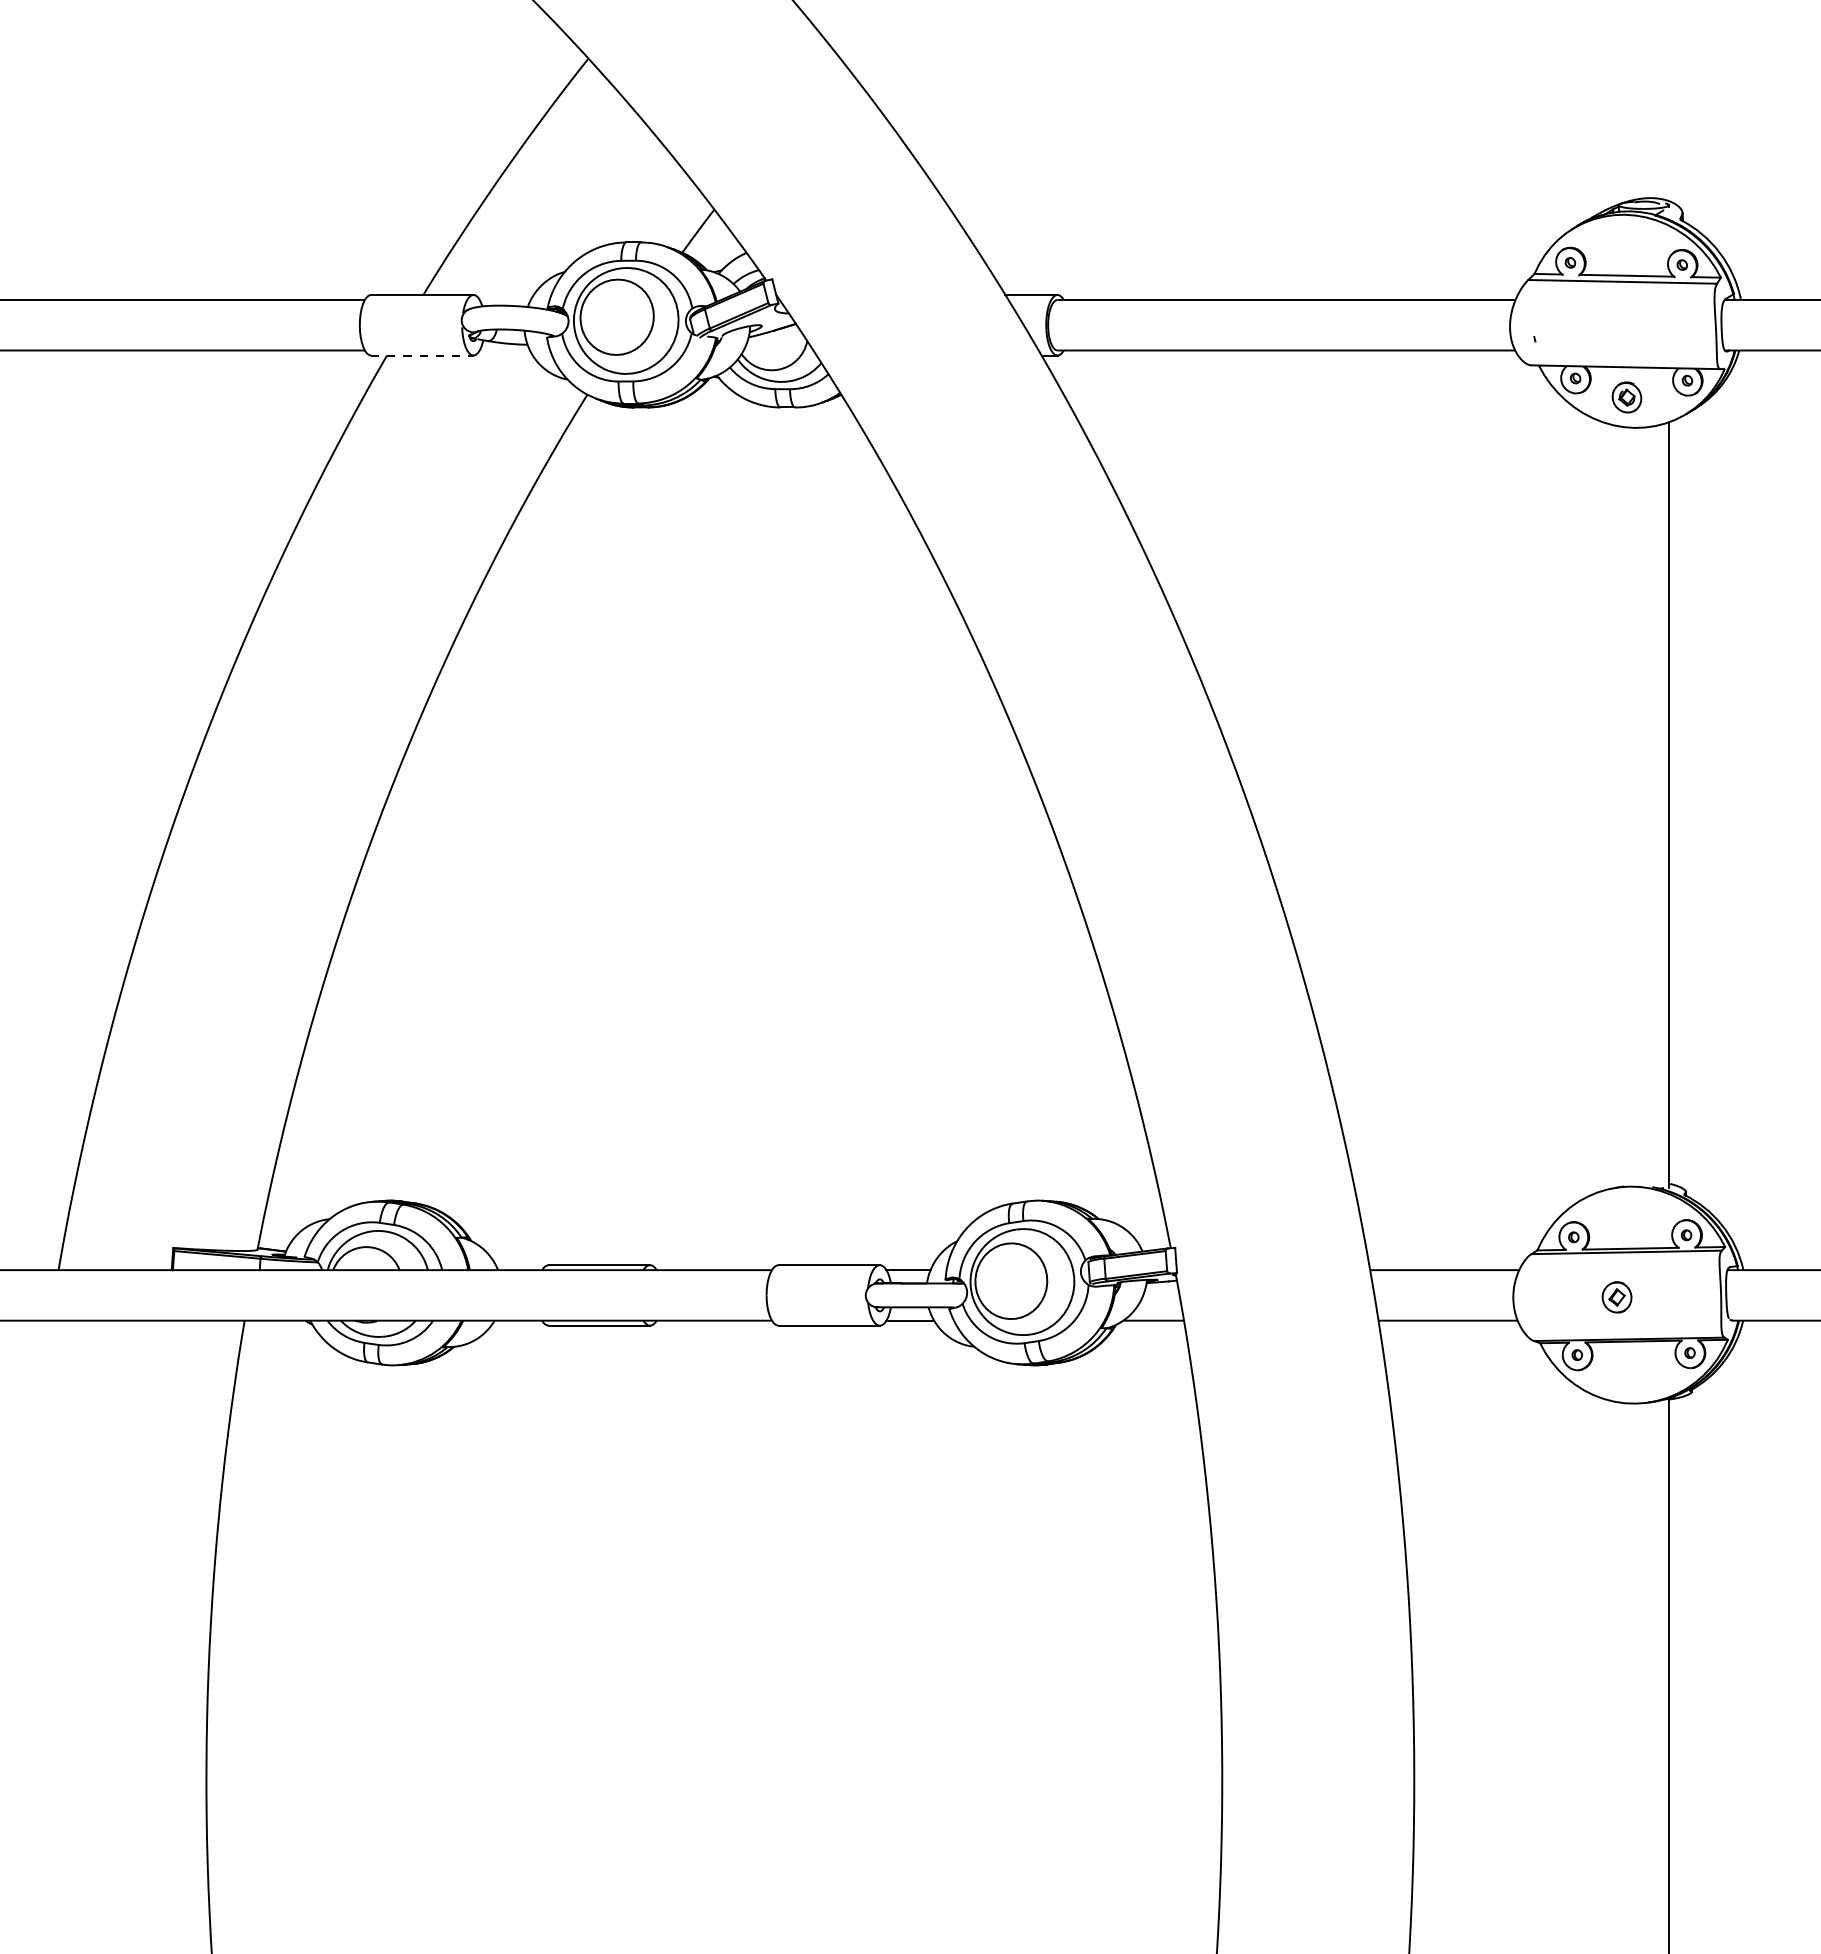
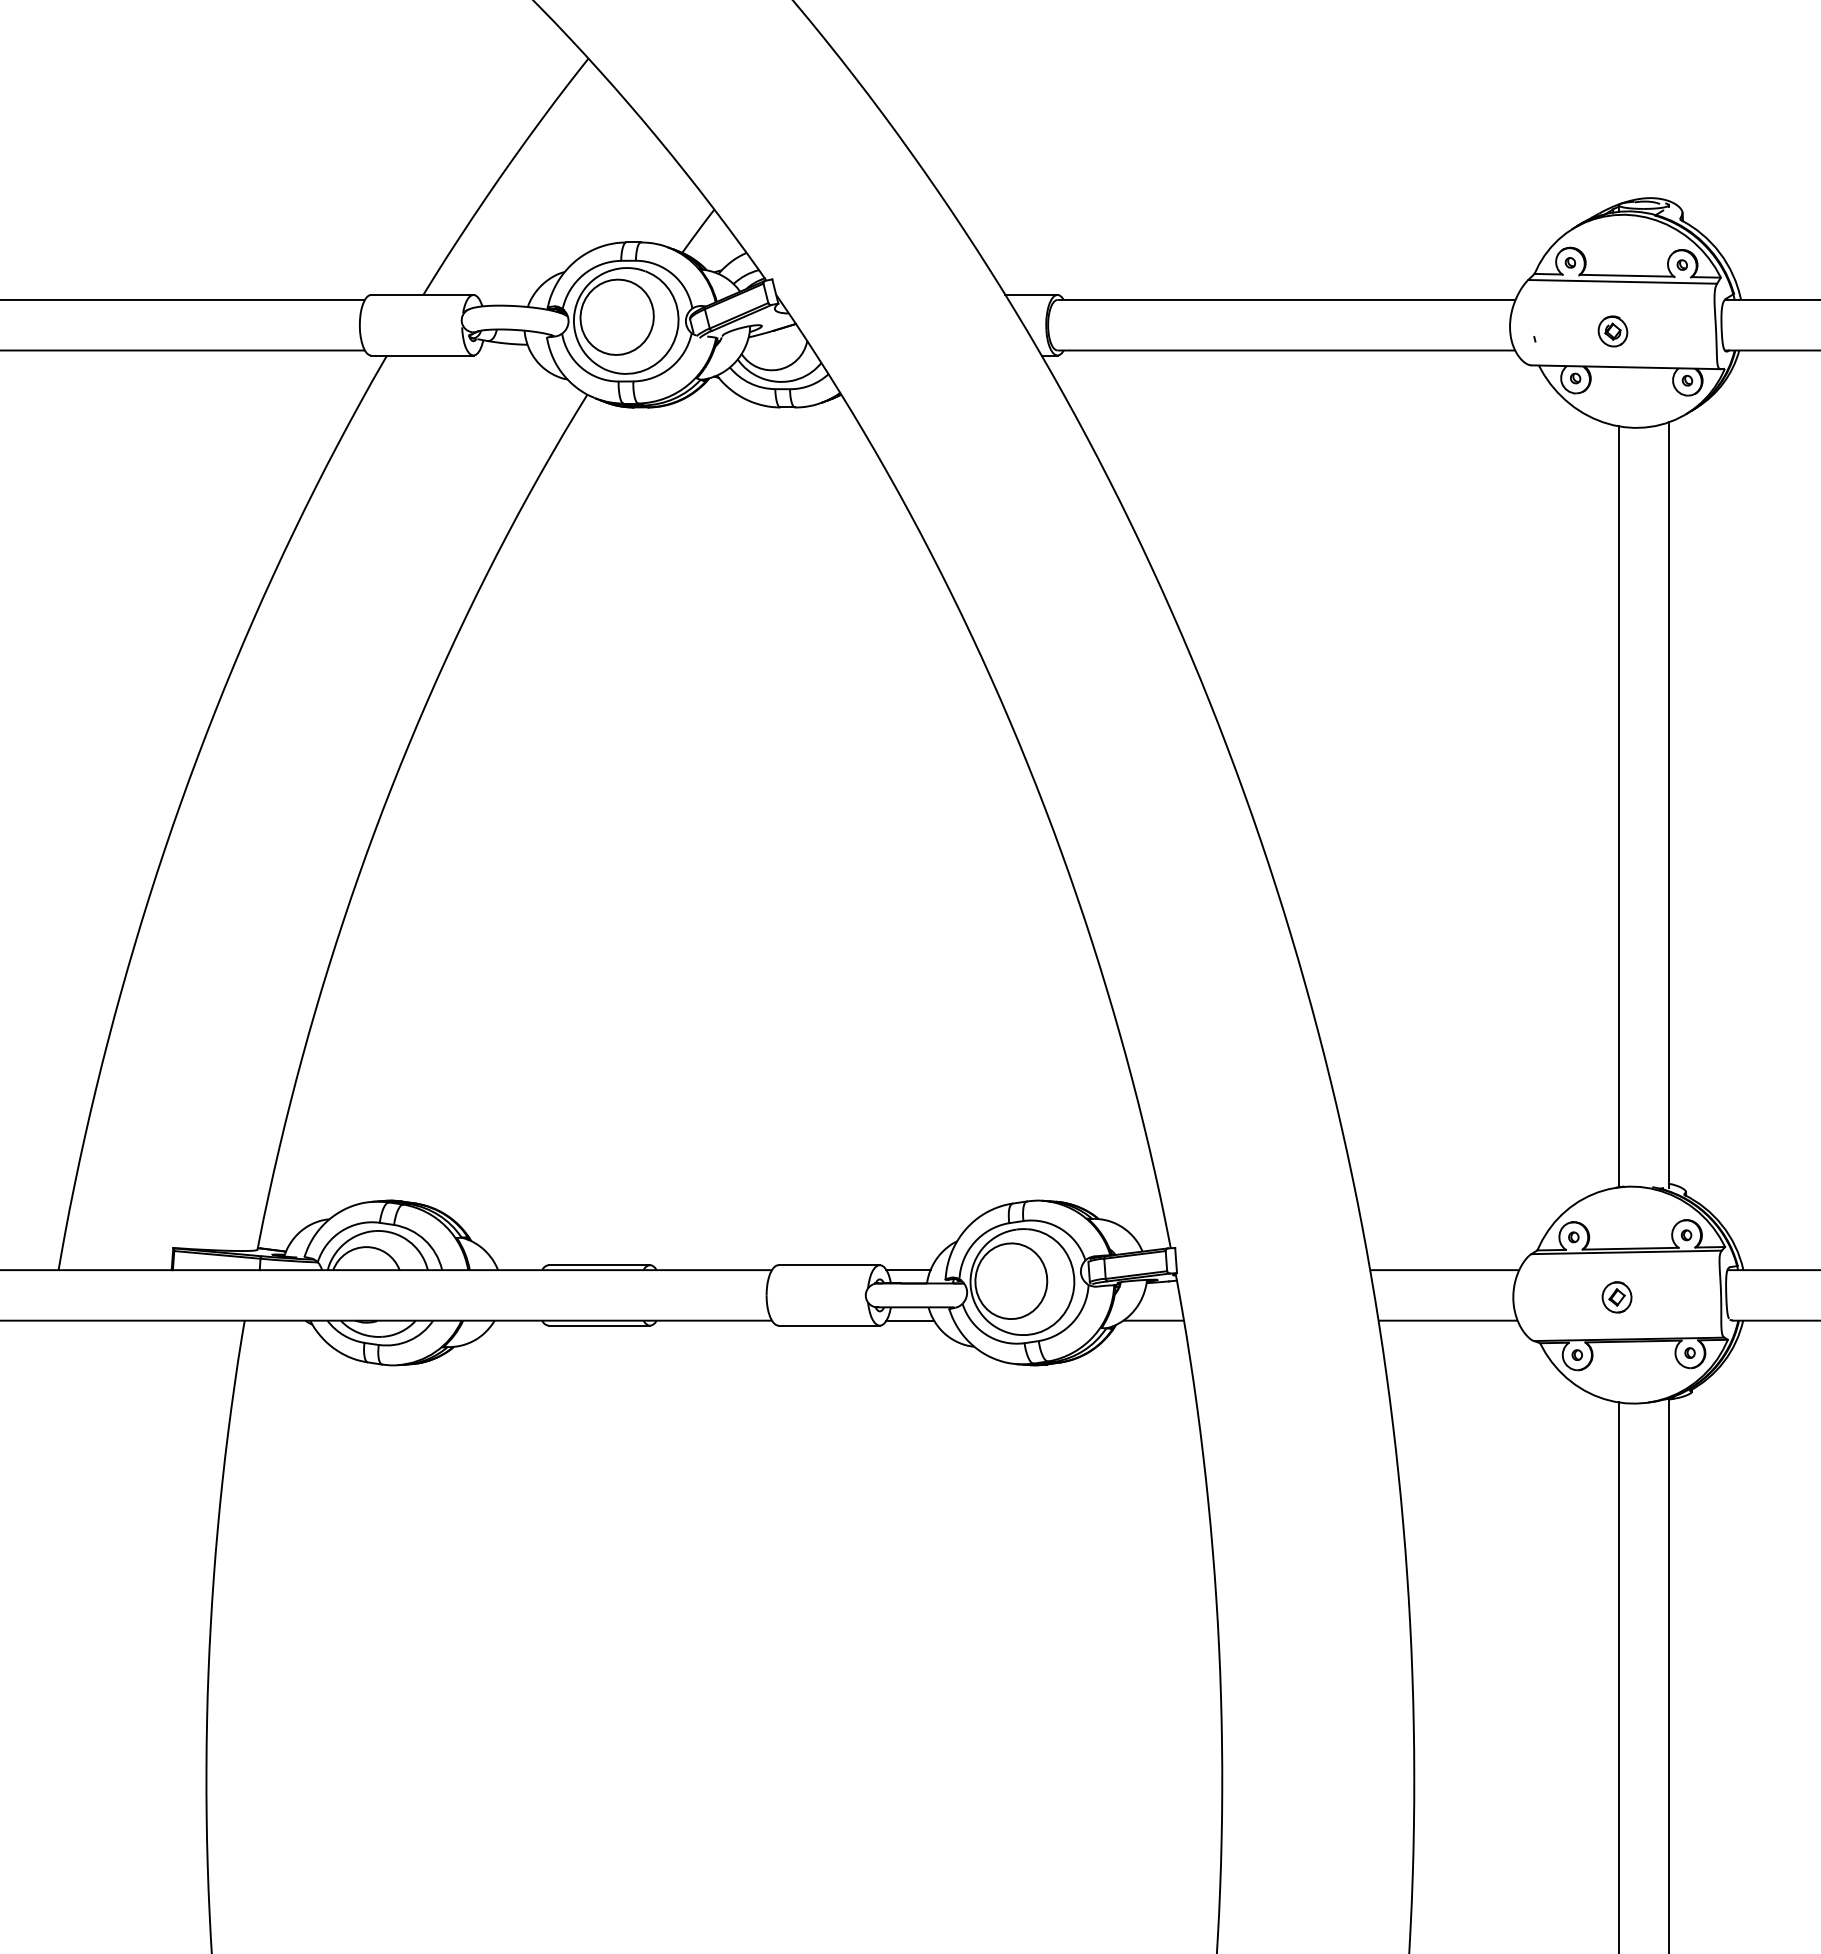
line at (422, 355): dashed -> solid
part at (1626, 397) position: (1626, 397) -> (1612, 331)
line at (1618, 806): none -> present
line at (1618, 1676): none -> present
